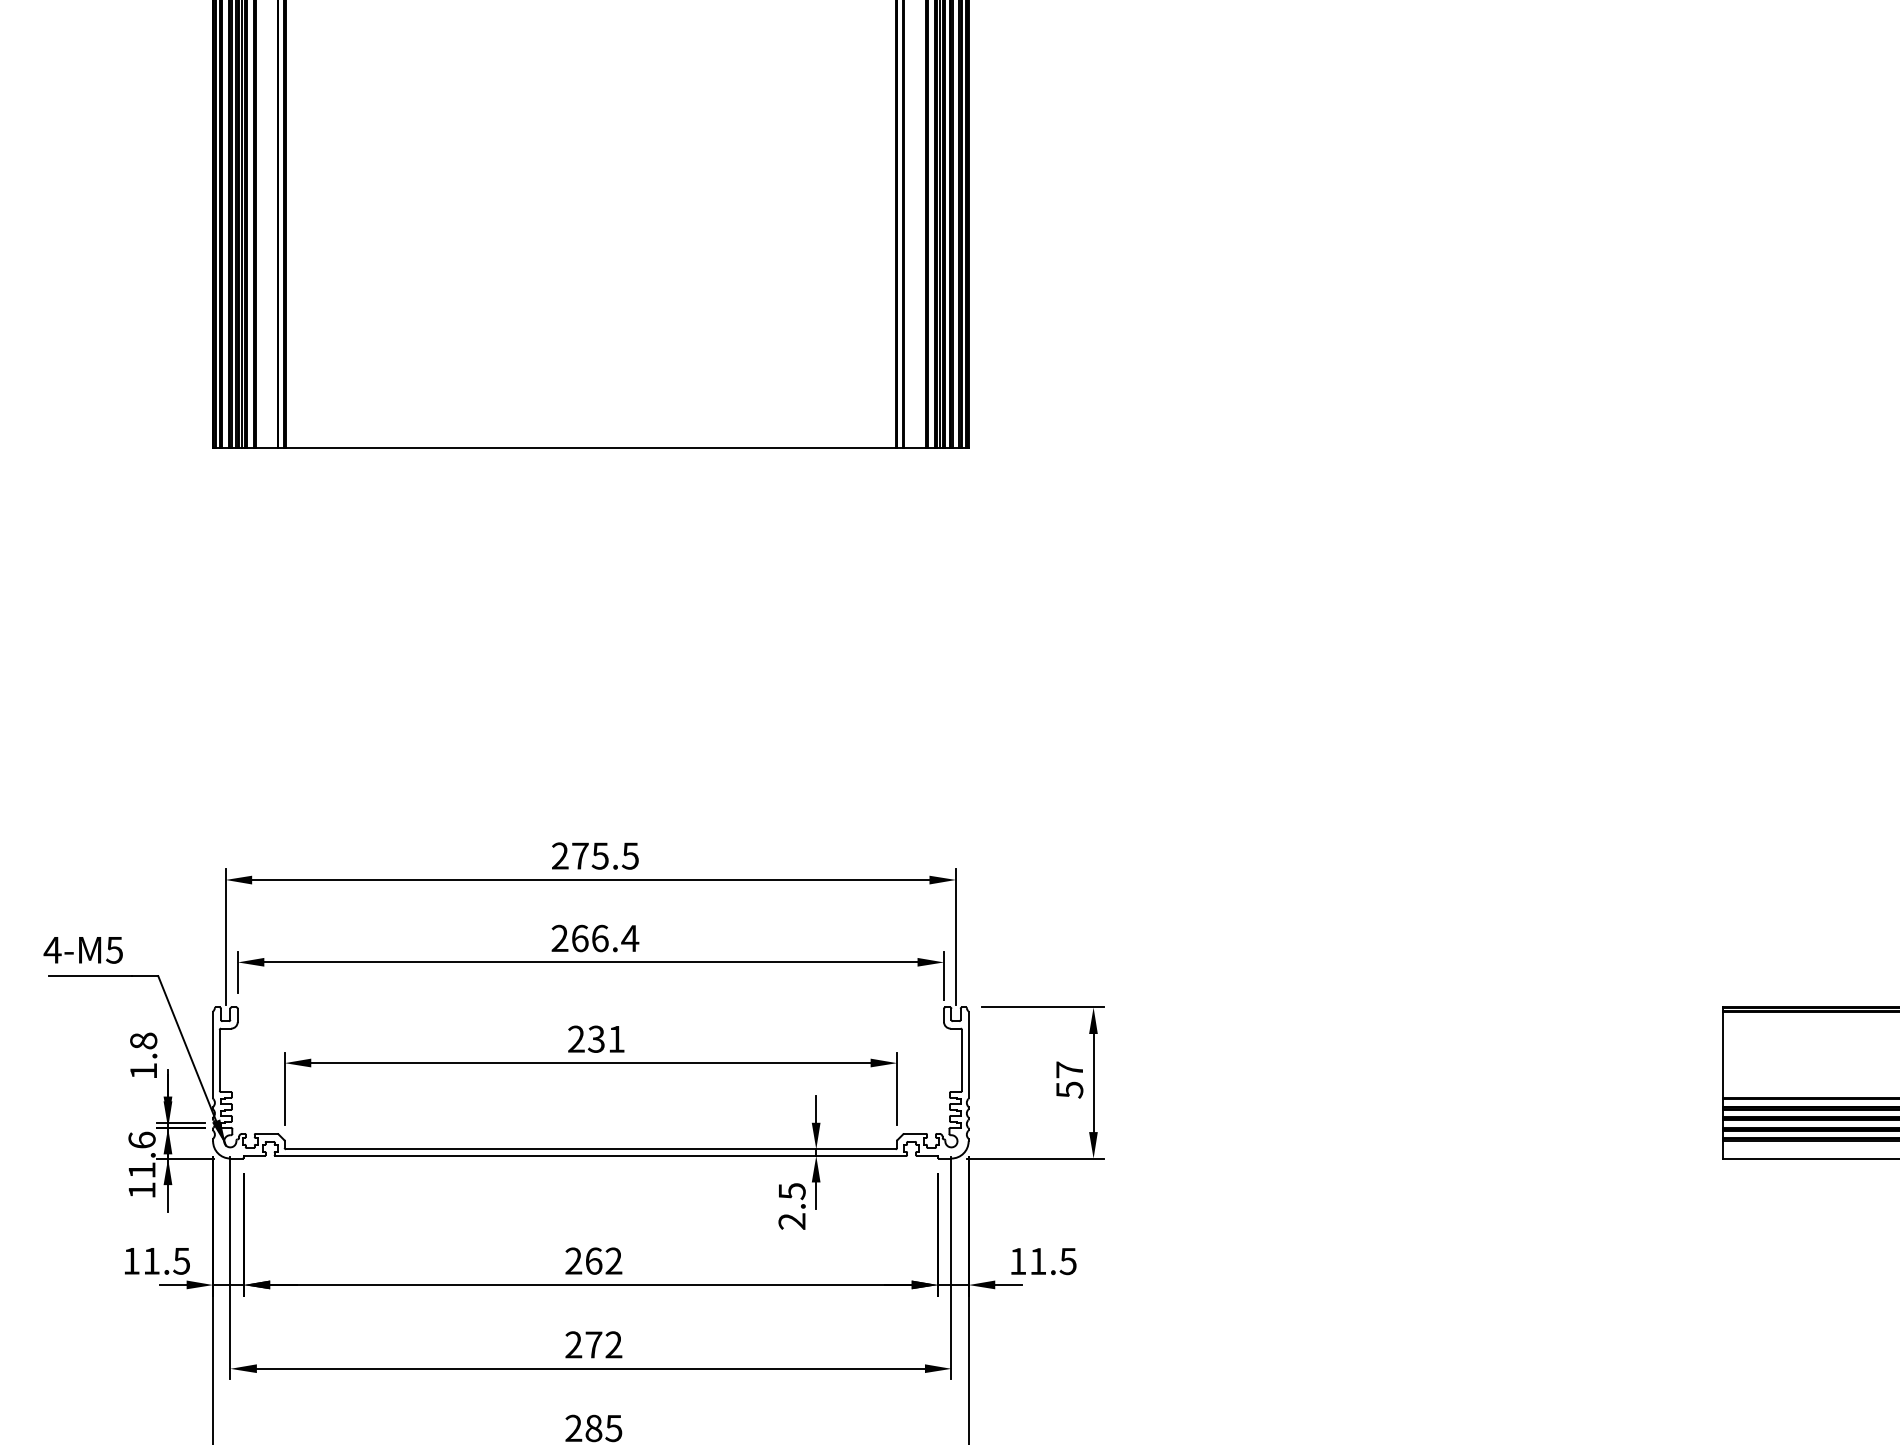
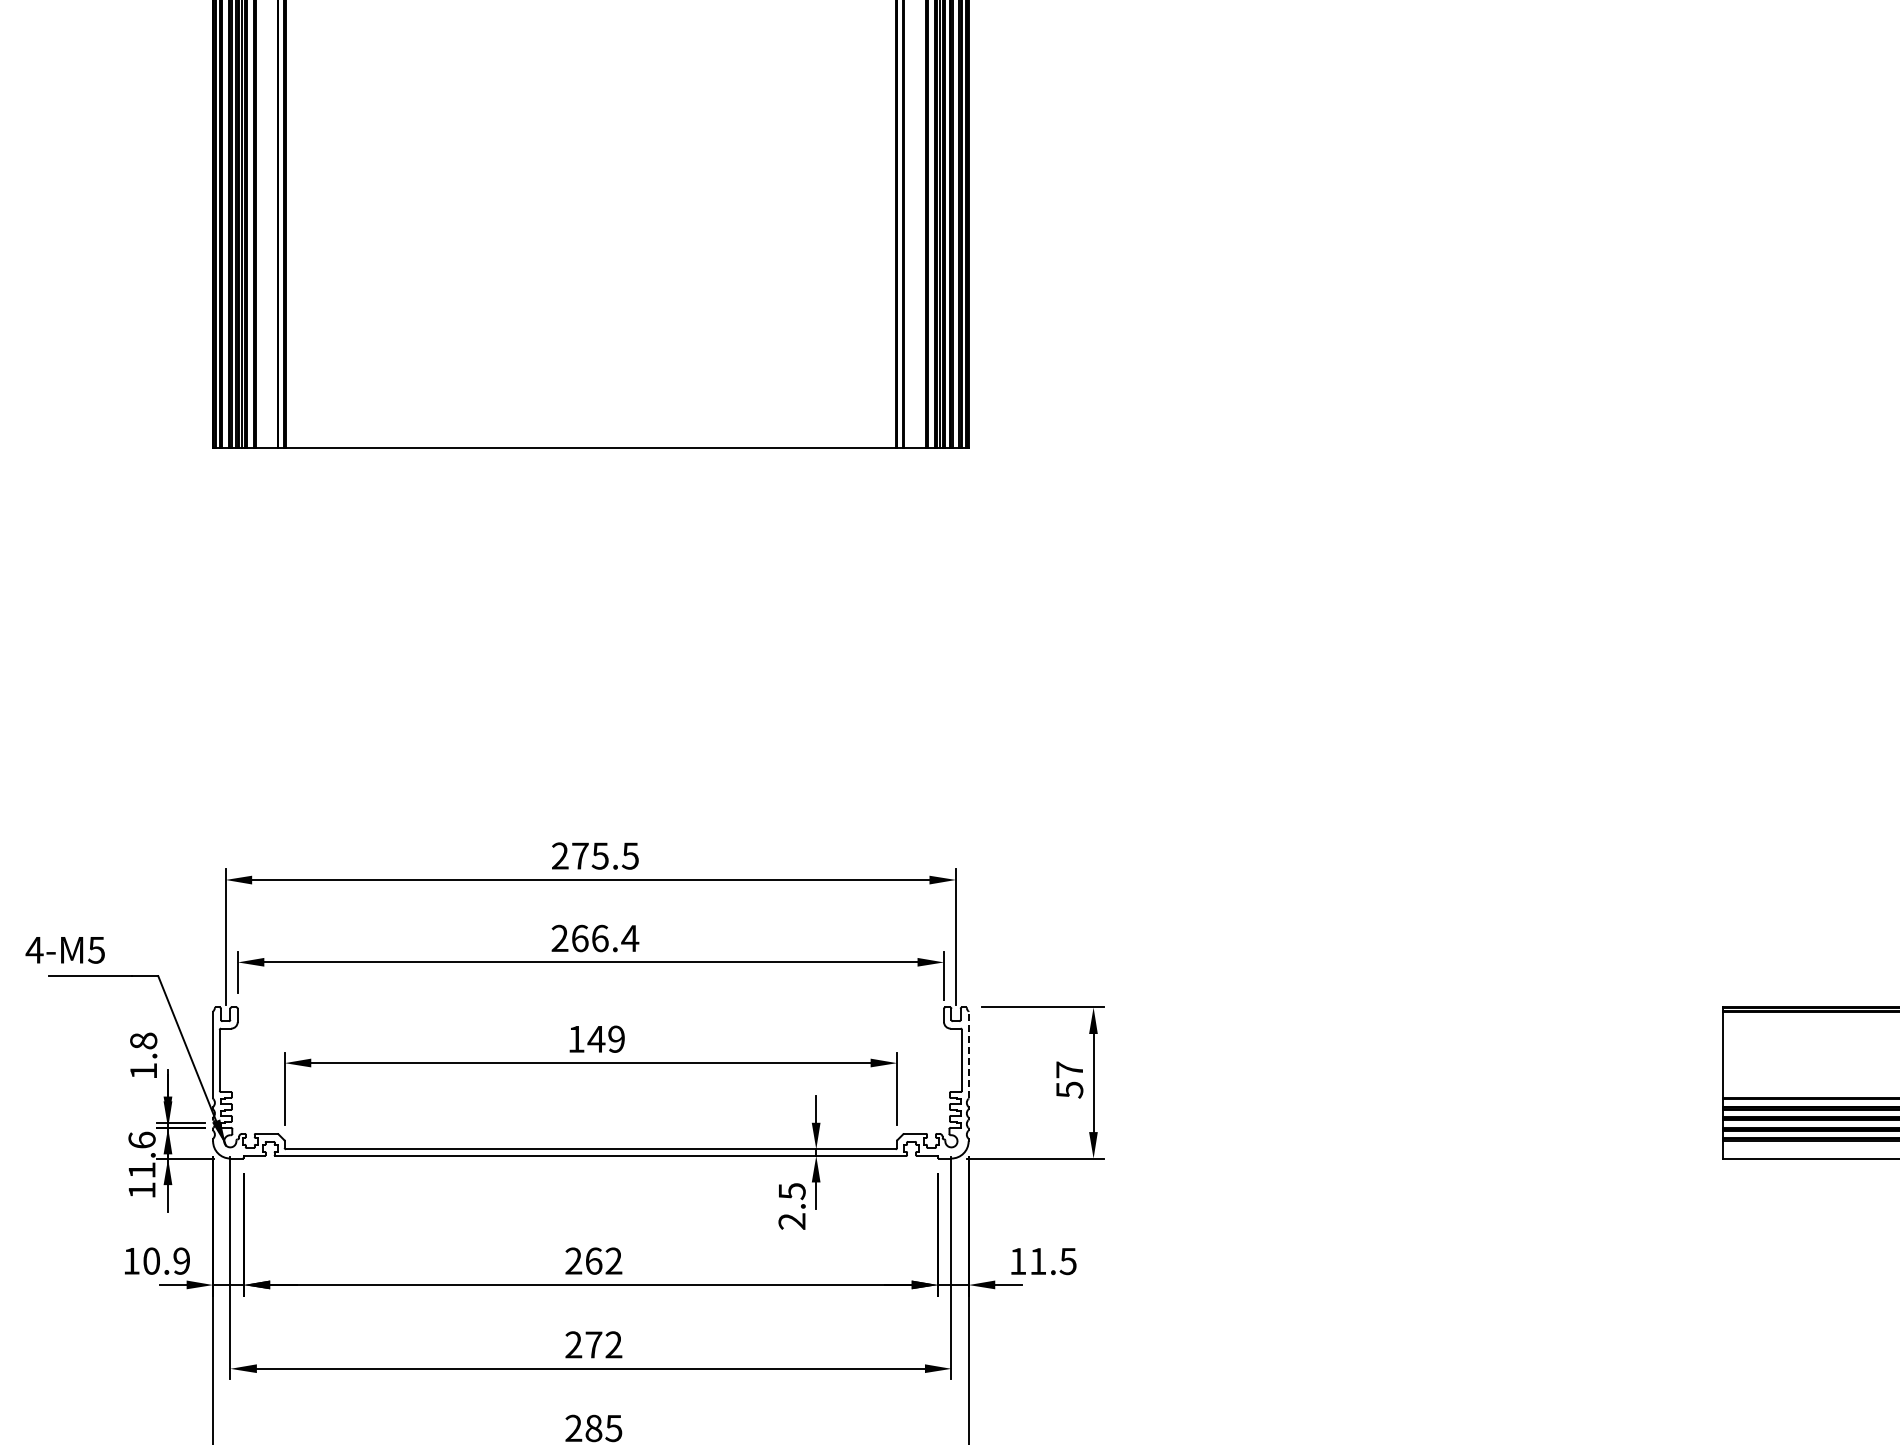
text at (82, 950) position: (82, 950) -> (64, 950)
text at (596, 1038): 231 -> 149
line at (968, 1054): solid -> dashed
text at (166, 1260): 11.5 -> 10.9
